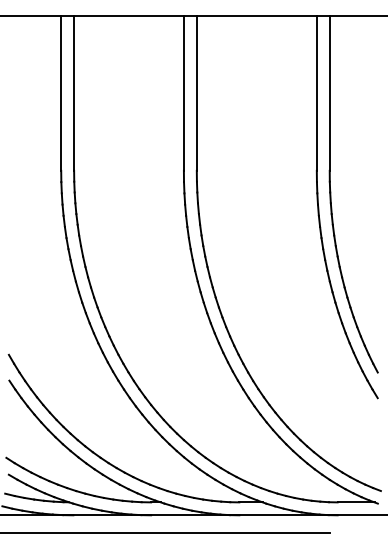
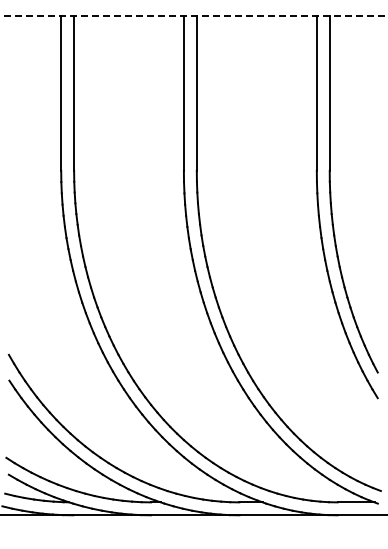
line at (193, 16): solid -> dashed
line at (165, 532): present -> none
